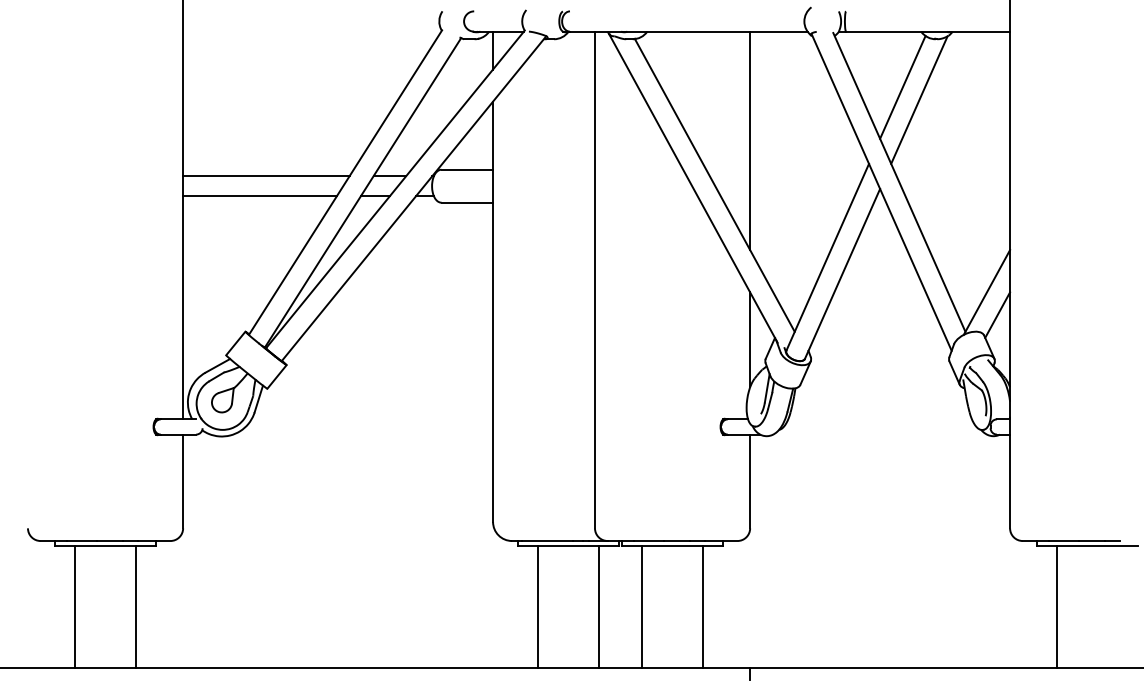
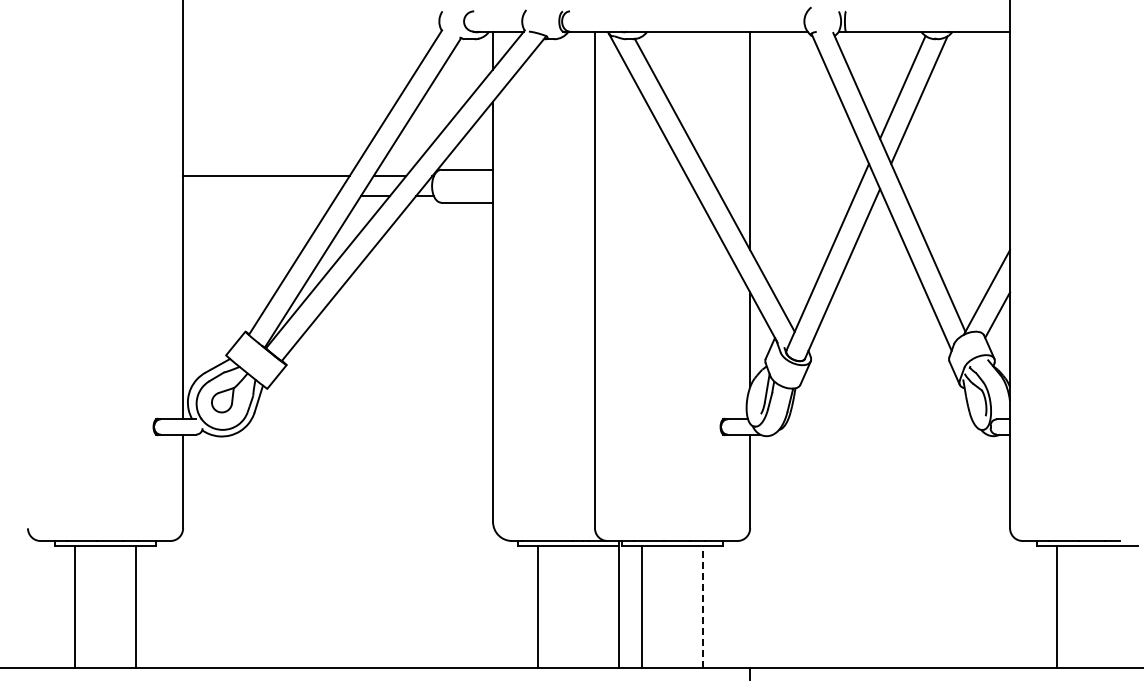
line at (259, 196): present -> none
line at (598, 606) position: (598, 606) -> (618, 606)
line at (703, 606): solid -> dashed
